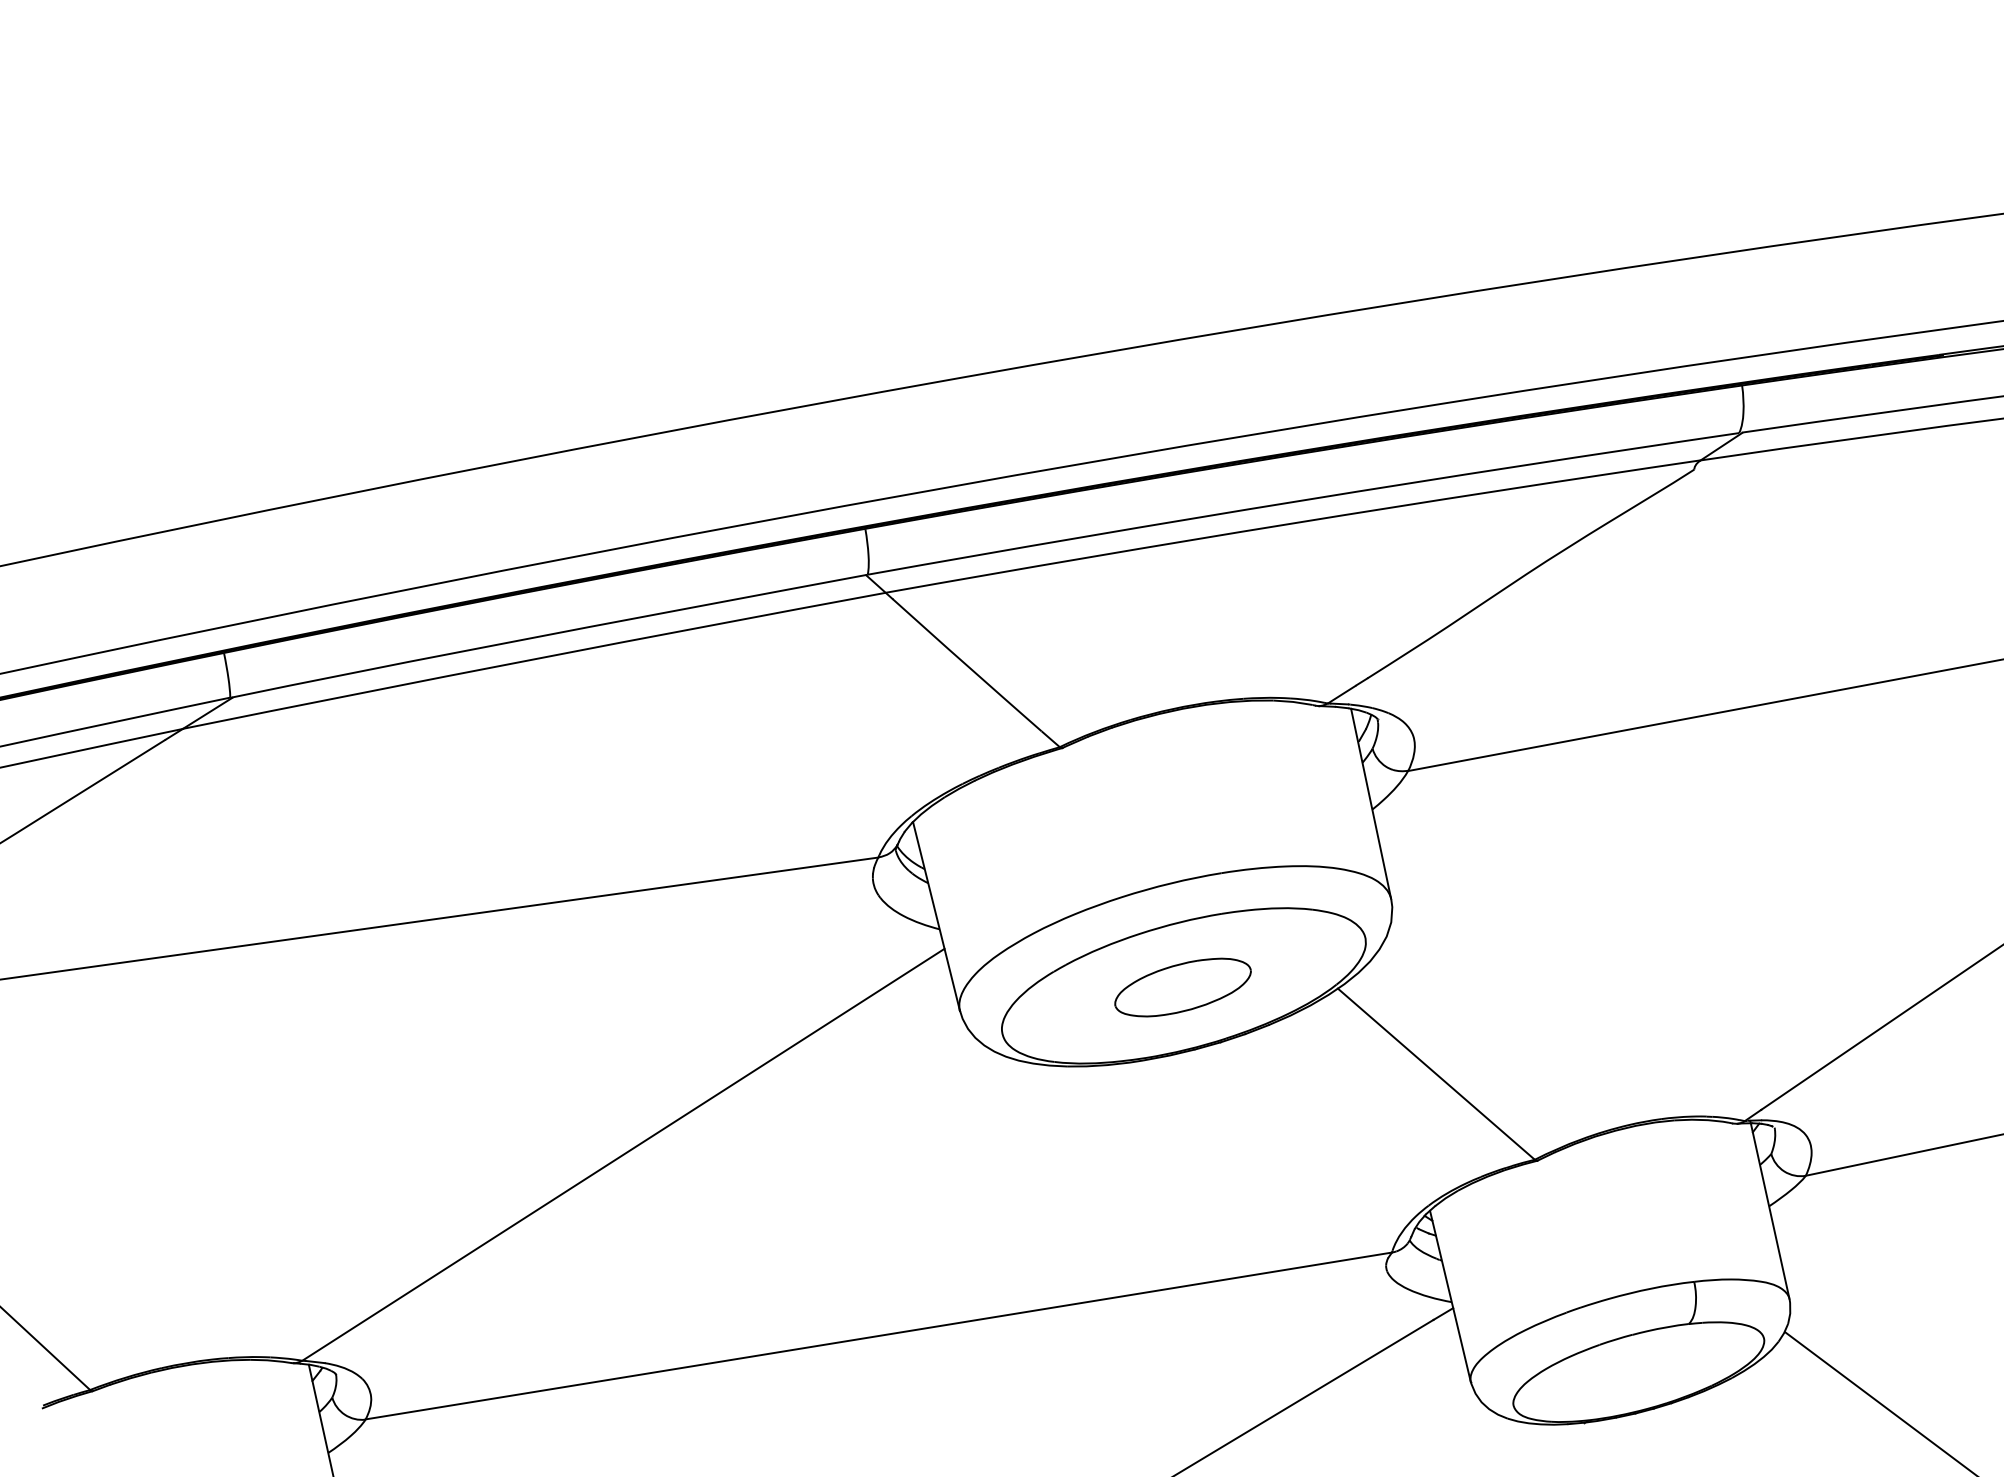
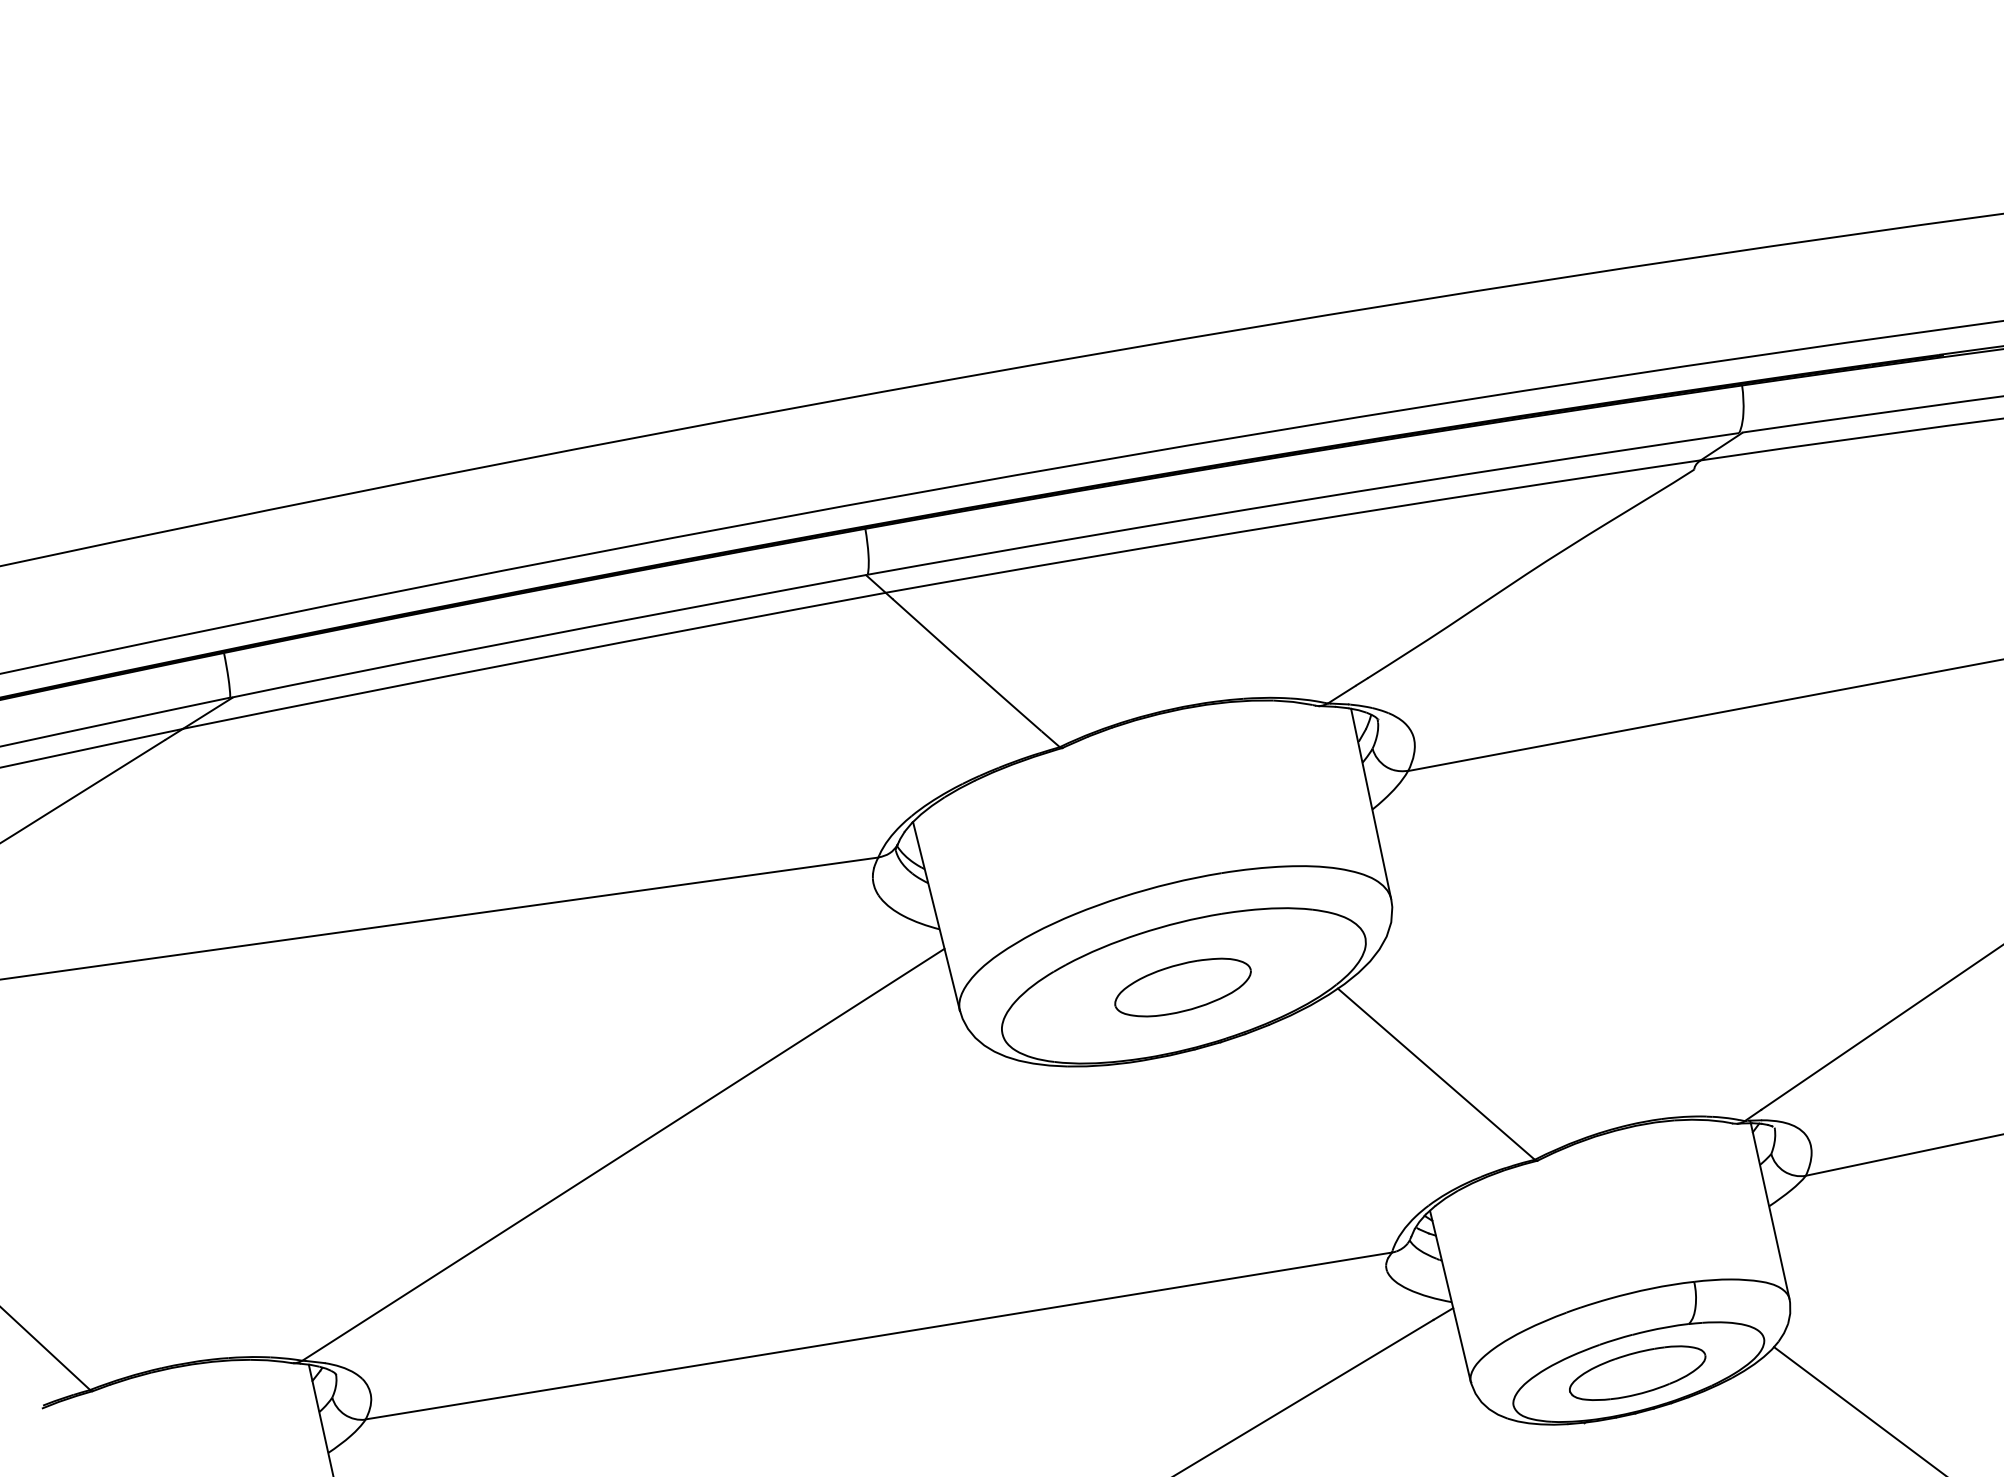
part at (1637, 1372): none -> present
line at (1879, 1402) position: (1879, 1402) -> (1858, 1410)
